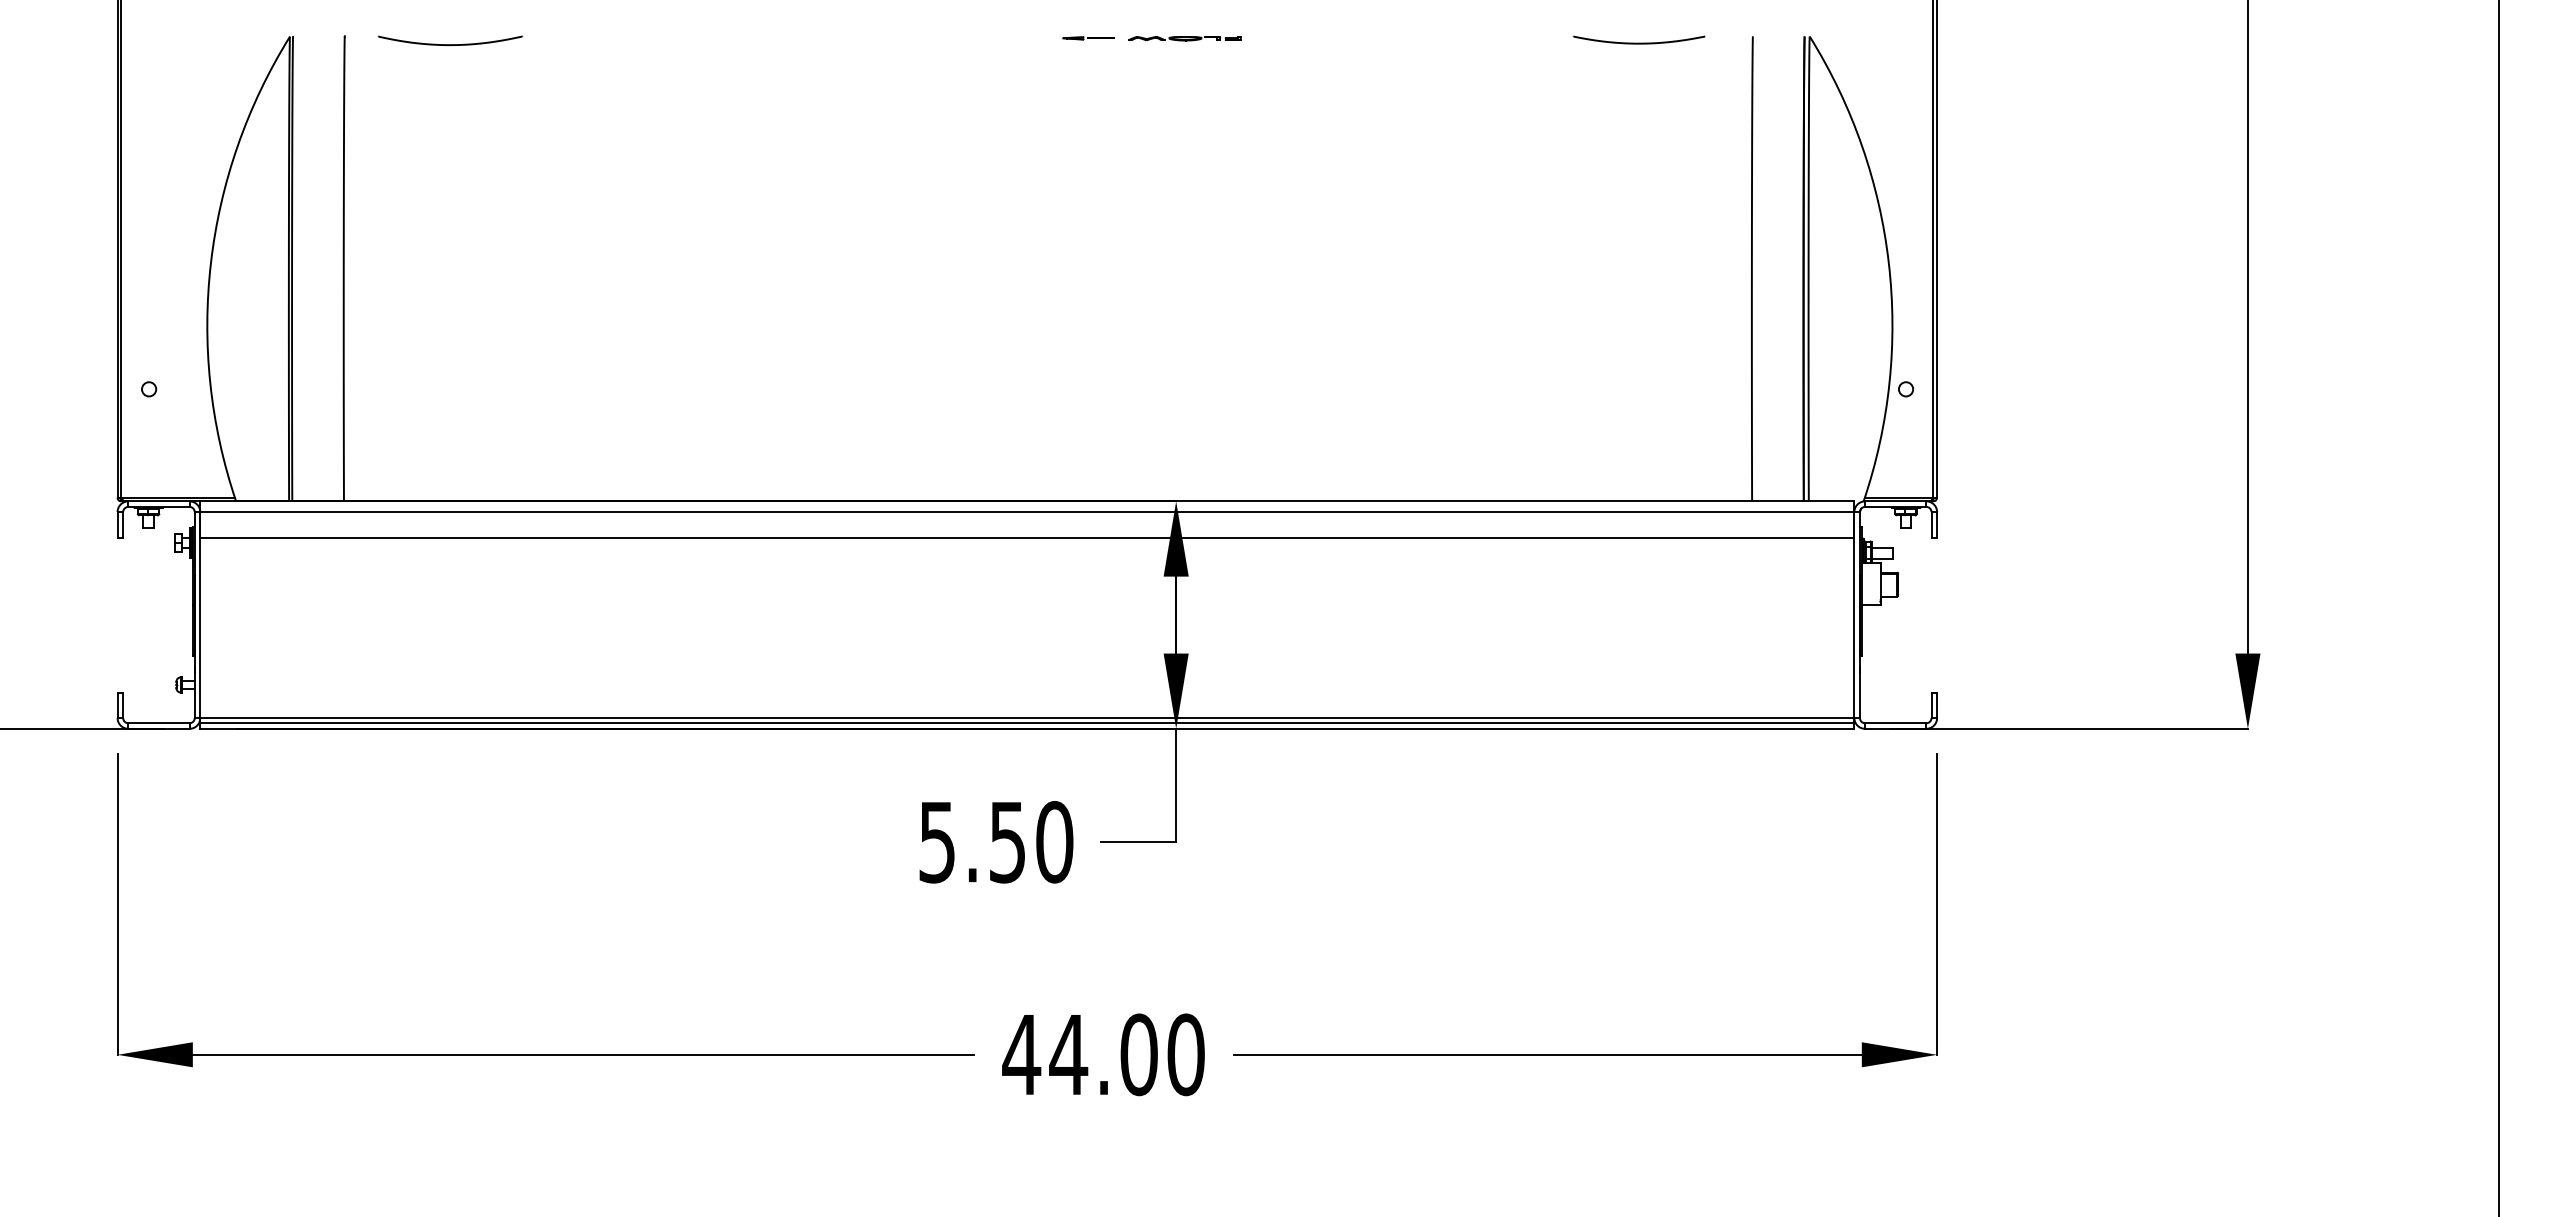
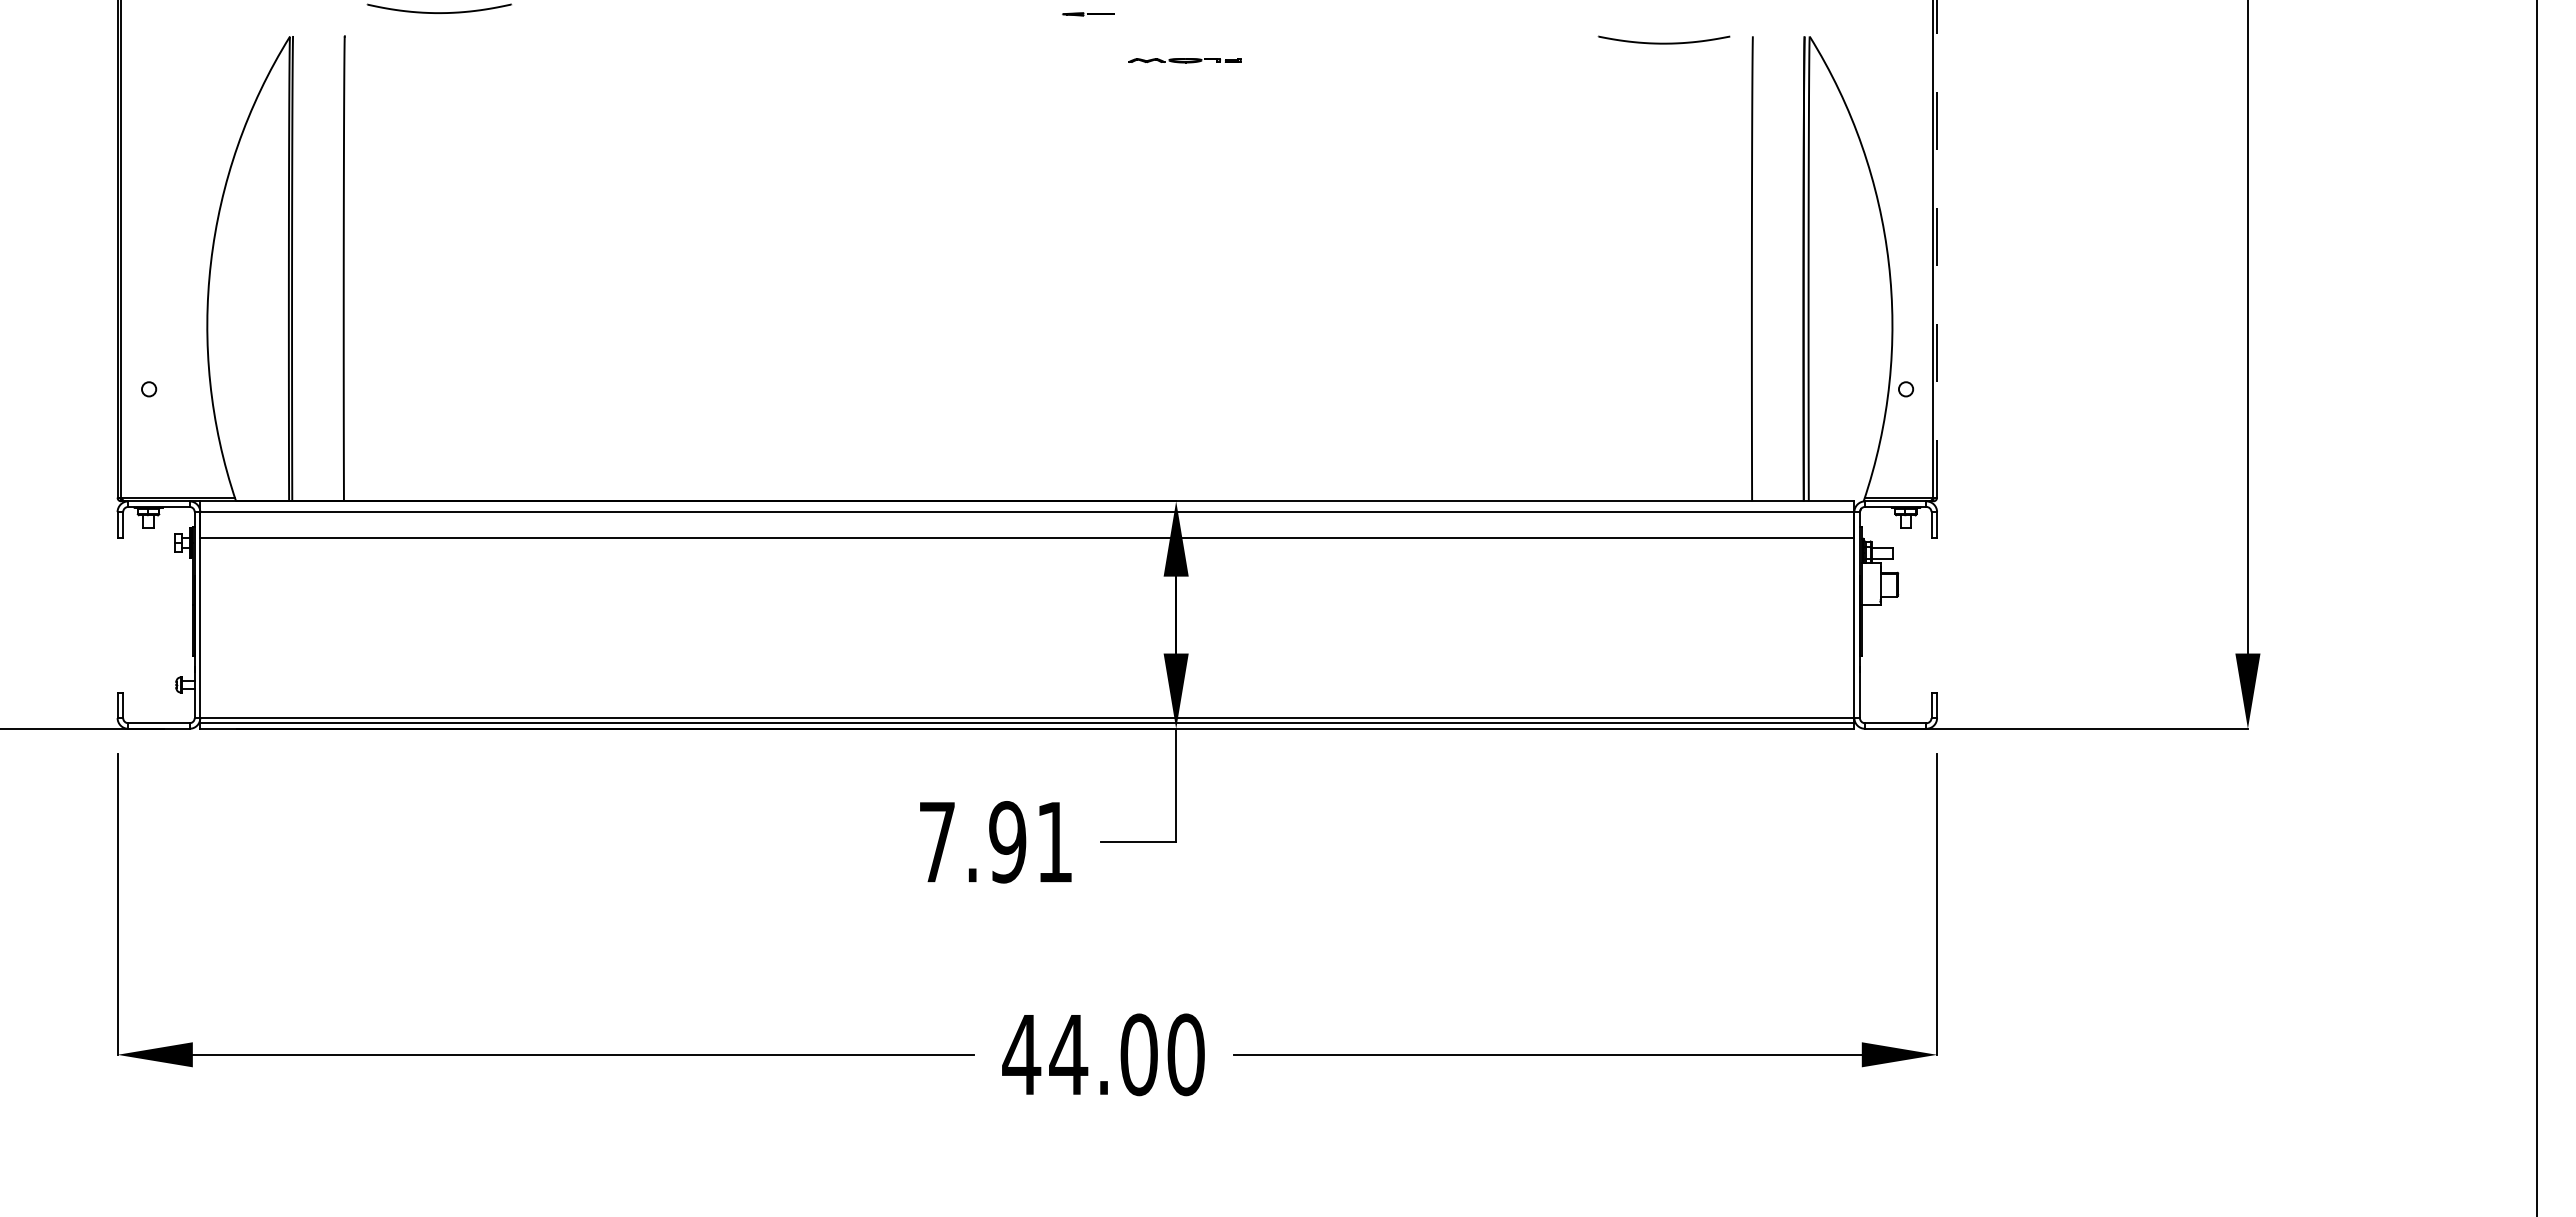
part at (1088, 38) position: (1088, 38) -> (1088, 14)
part at (1184, 38) position: (1184, 38) -> (1184, 60)
curve at (1638, 42) position: (1638, 42) -> (1663, 42)
curve at (450, 44) position: (450, 44) -> (439, 12)
line at (1937, 248): solid -> dashed
line at (2498, 607) position: (2498, 607) -> (2536, 607)
text at (996, 842): 5.50 -> 7.91
